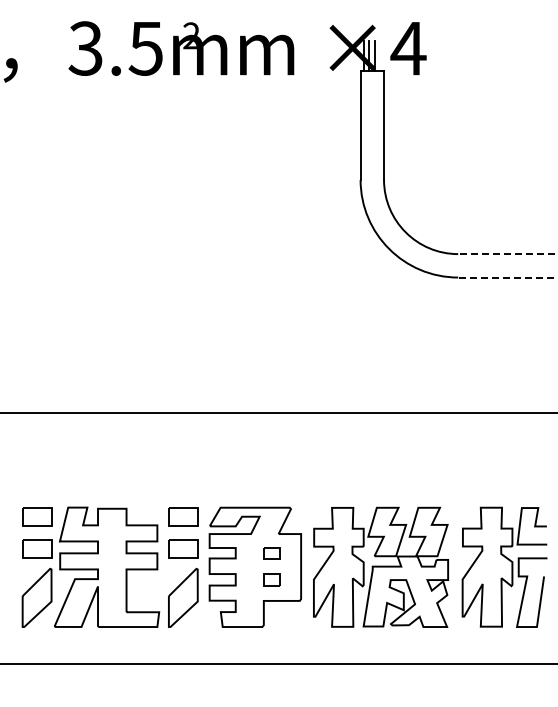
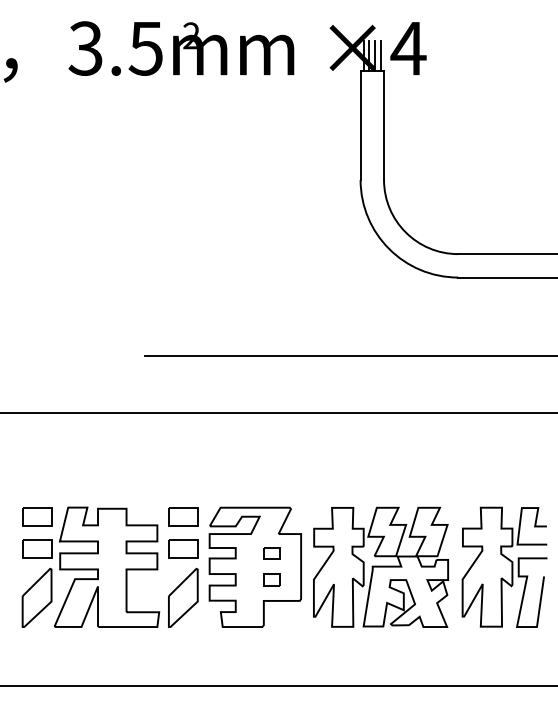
line at (381, 55): none -> present
line at (507, 254): dashed -> solid
line at (508, 277): dashed -> solid
line at (349, 355): none -> present
line at (278, 663) position: (278, 663) -> (278, 685)
